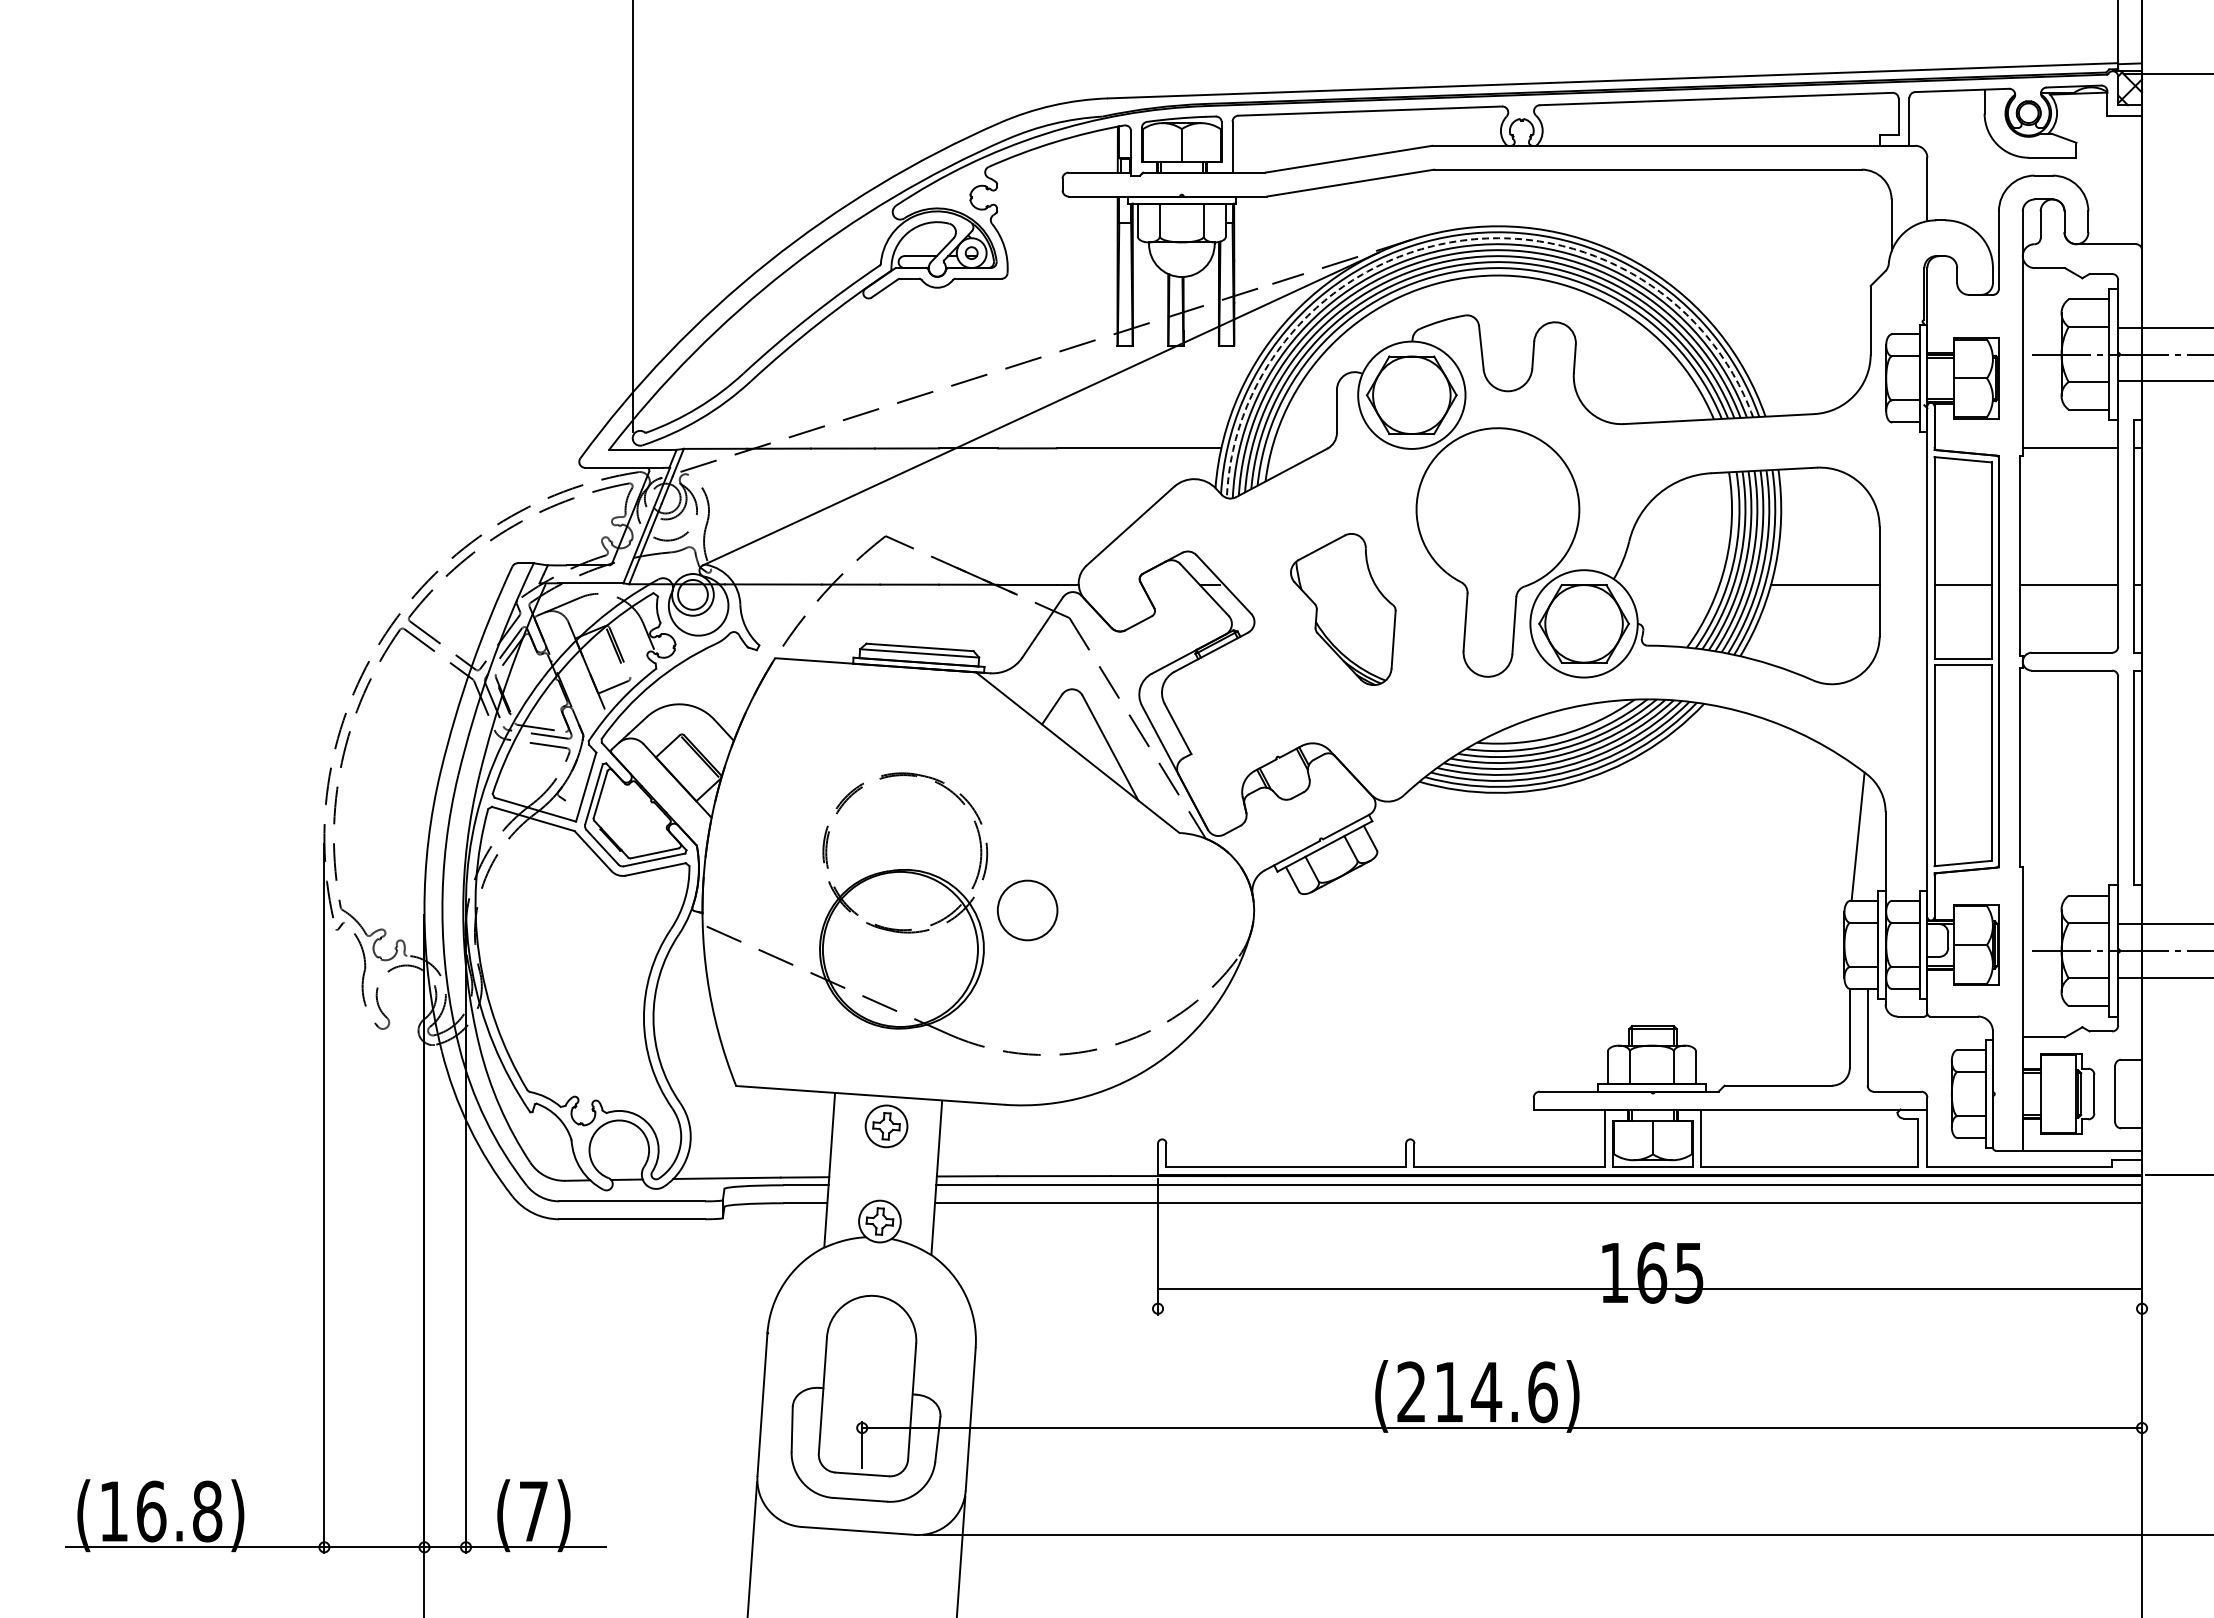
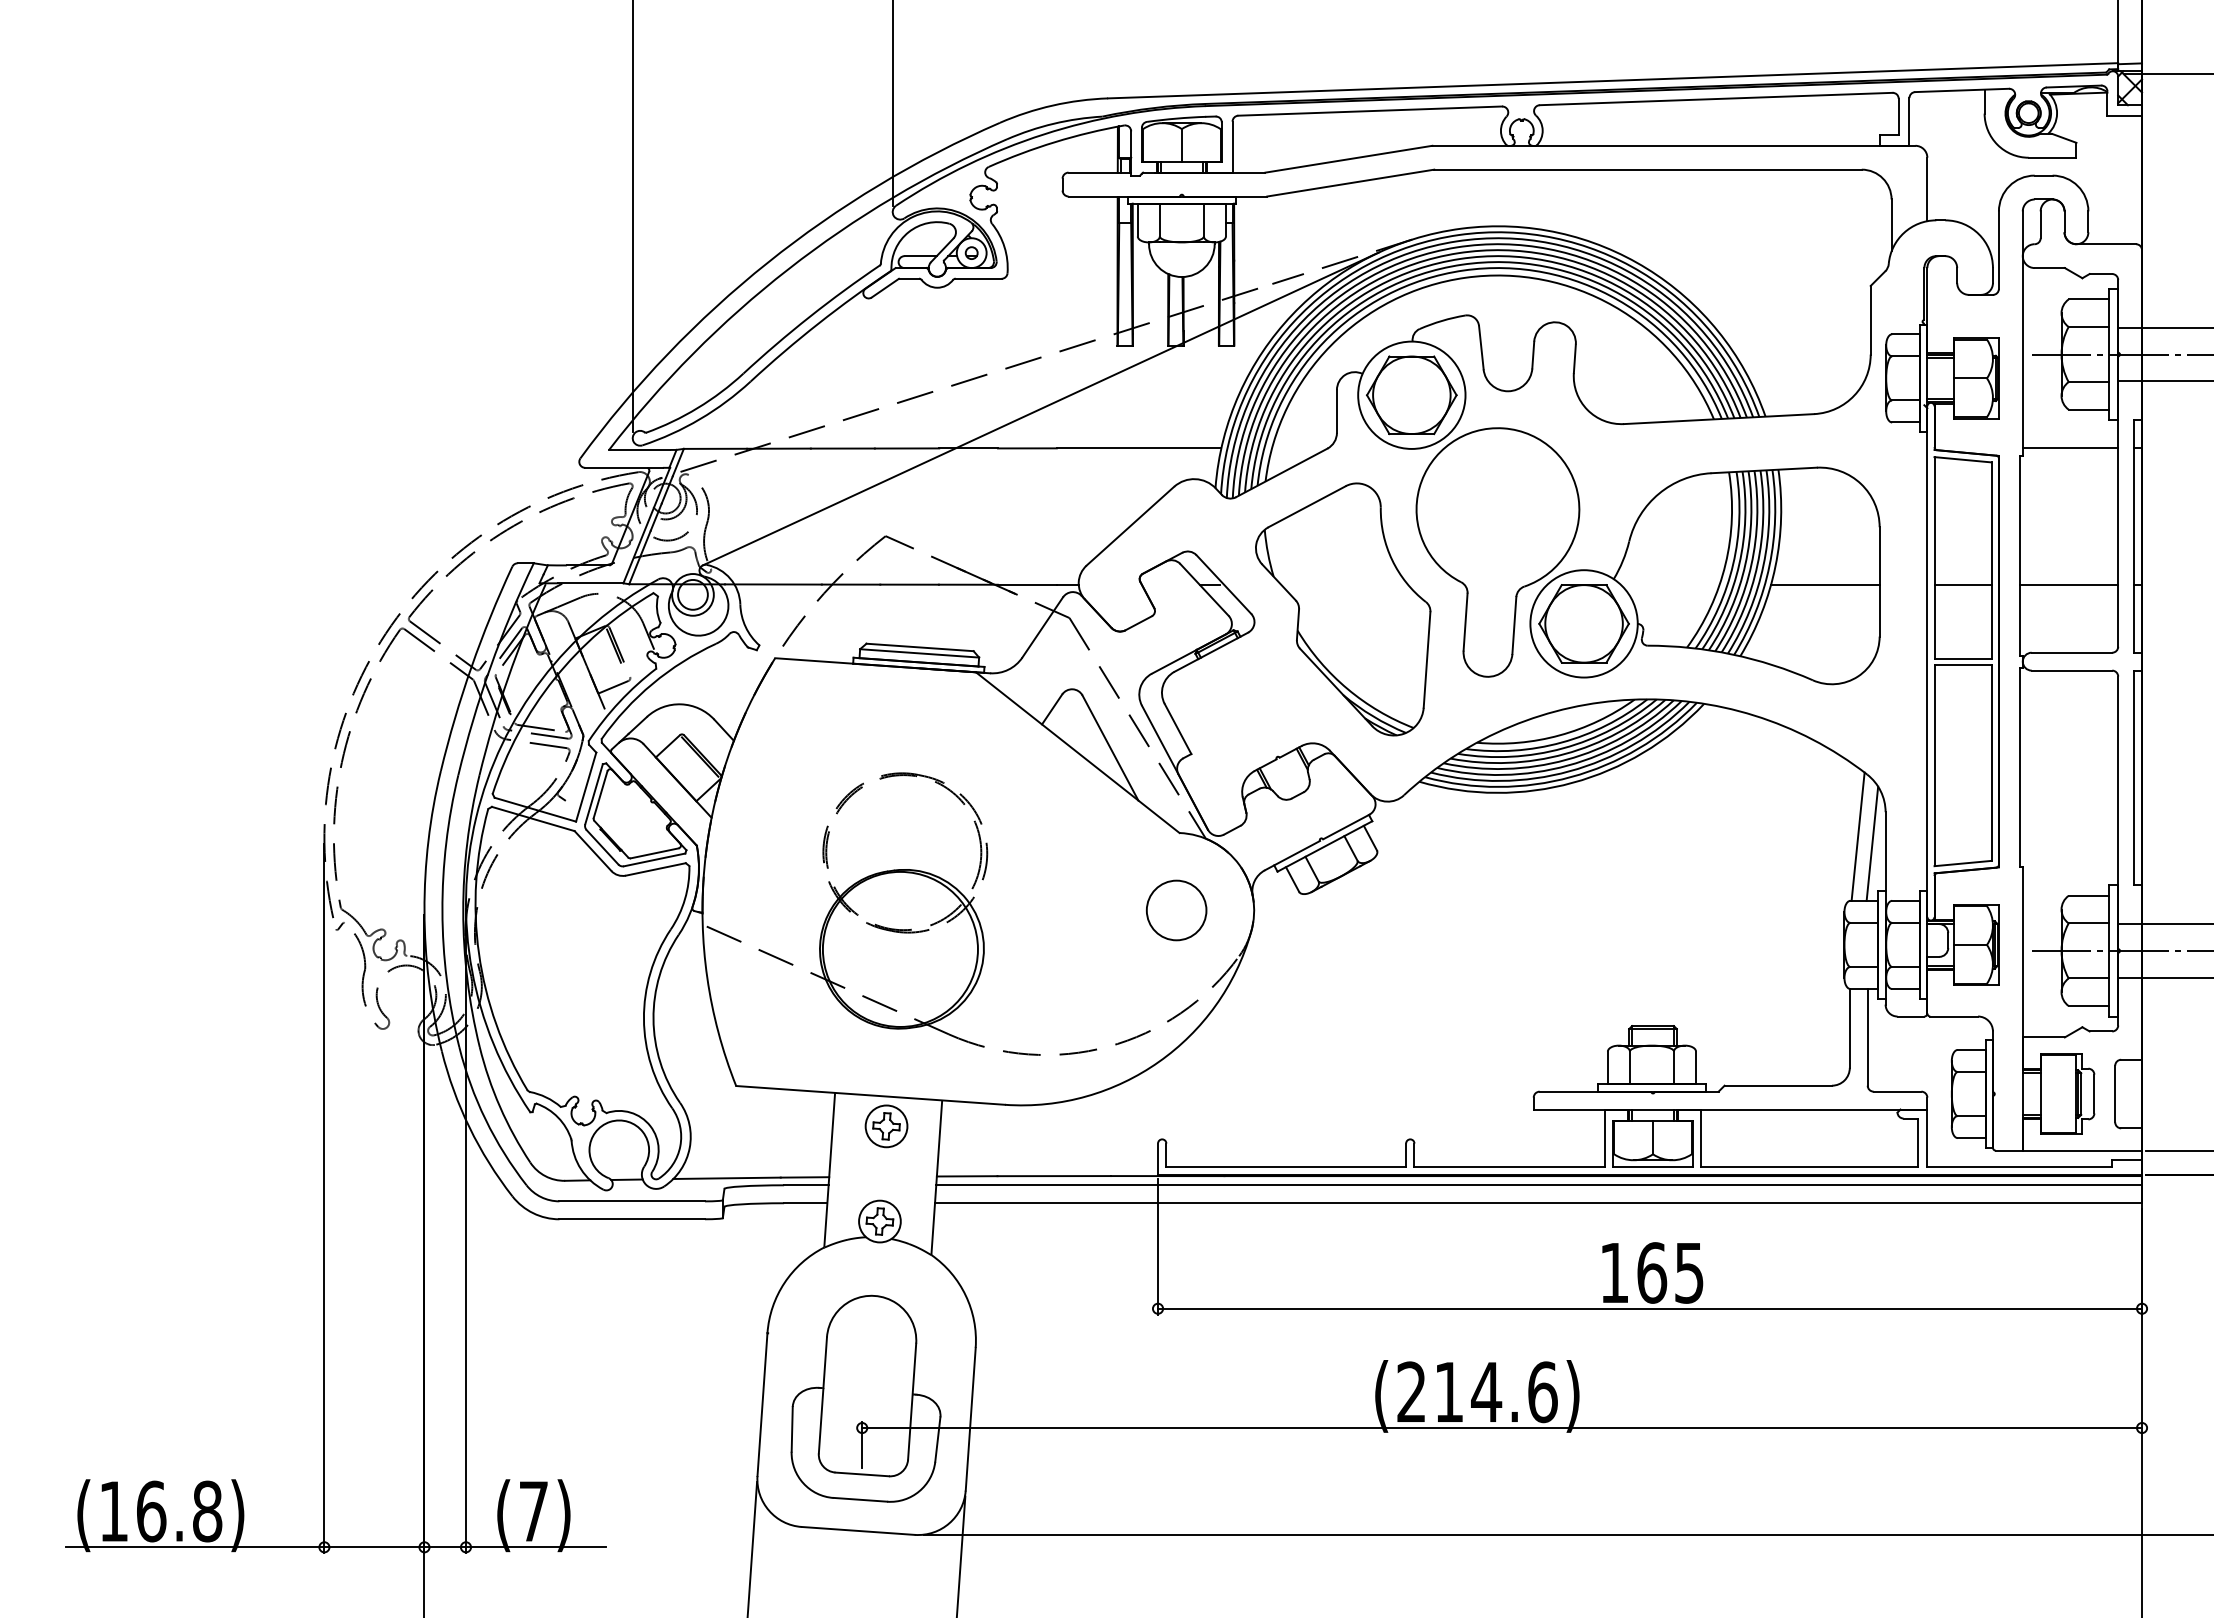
line at (892, 104): none -> present
arc at (1456, 241): dashed -> solid
part at (1343, 609) size: 107x153 px -> 177x255 px
line at (1872, 843): none -> present
circle at (1027, 910) position: (1027, 910) -> (1176, 910)
line at (2178, 1150): none -> present
line at (1650, 1288) position: (1650, 1288) -> (1650, 1308)
